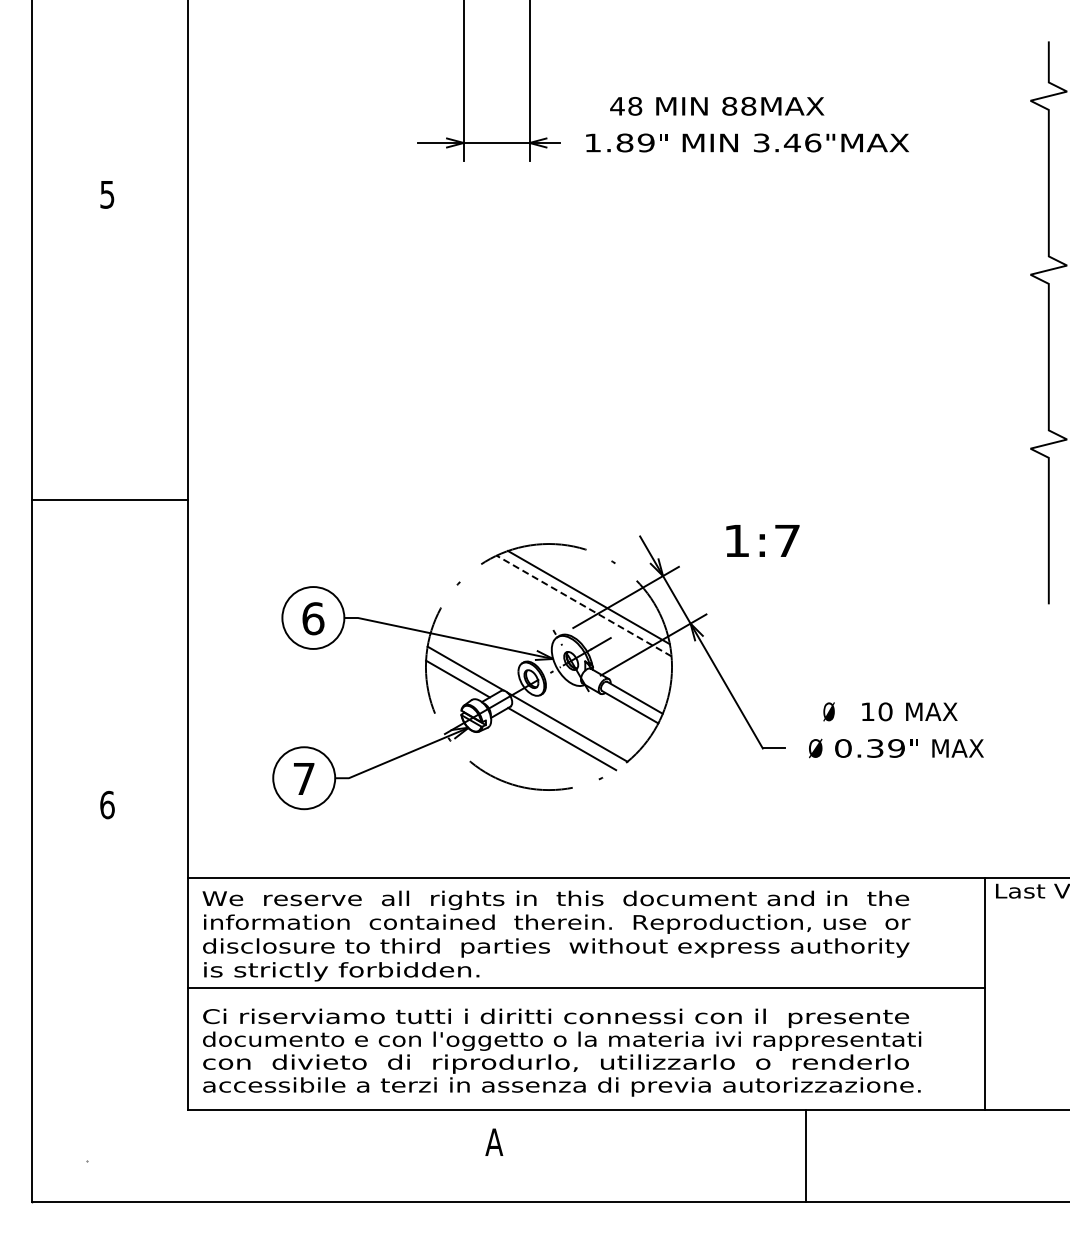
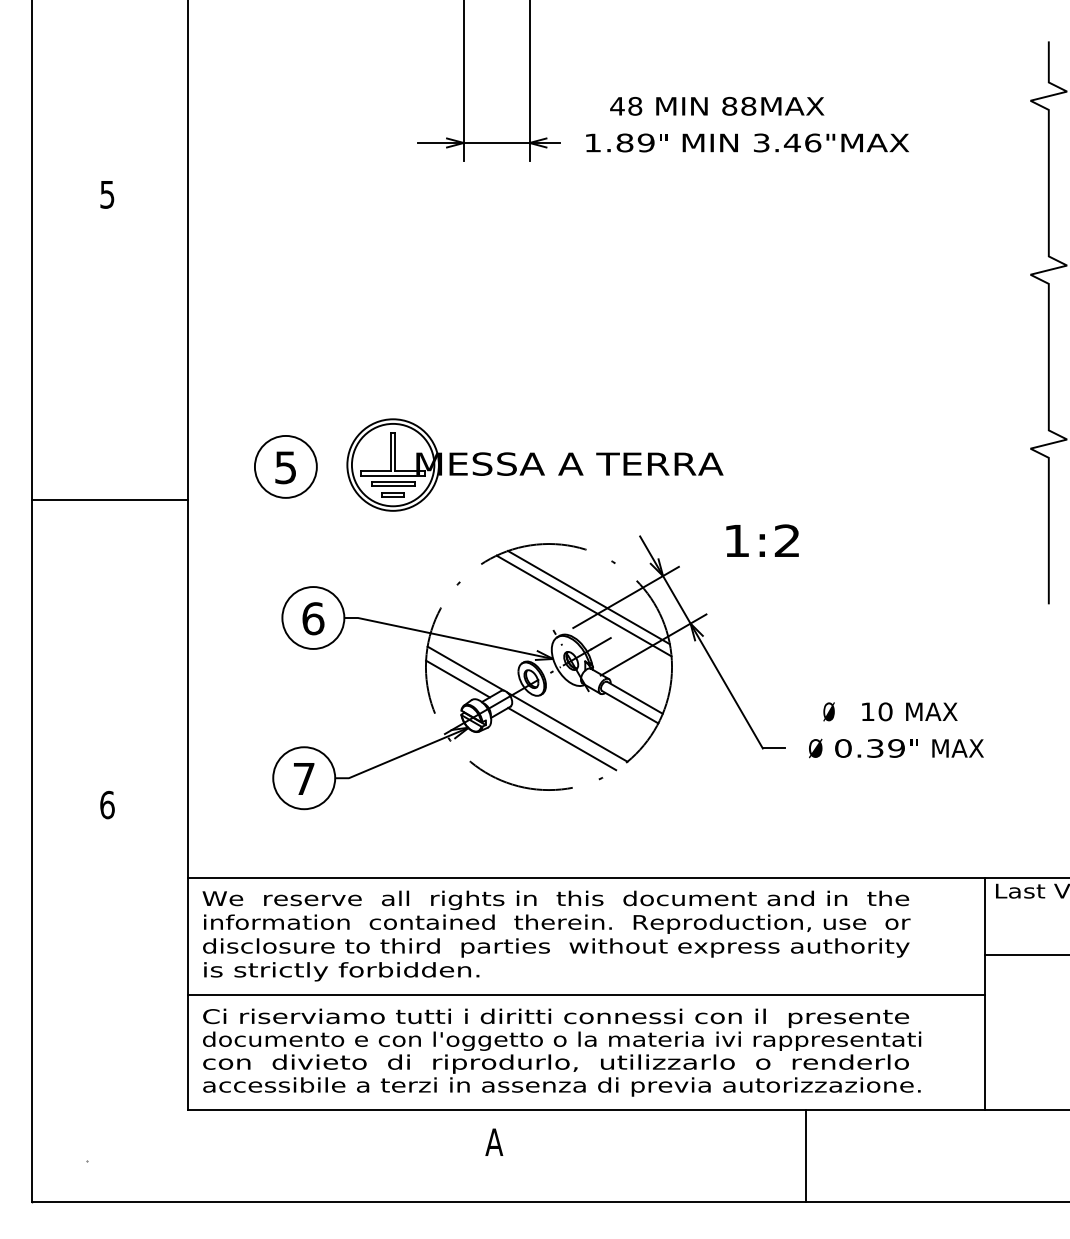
part at (534, 464): none -> present
part at (285, 466): none -> present
text at (786, 540): 1:7 -> 1:2
line at (584, 606): dashed -> solid
line at (1025, 955): none -> present
line at (586, 988) position: (586, 988) -> (586, 995)
